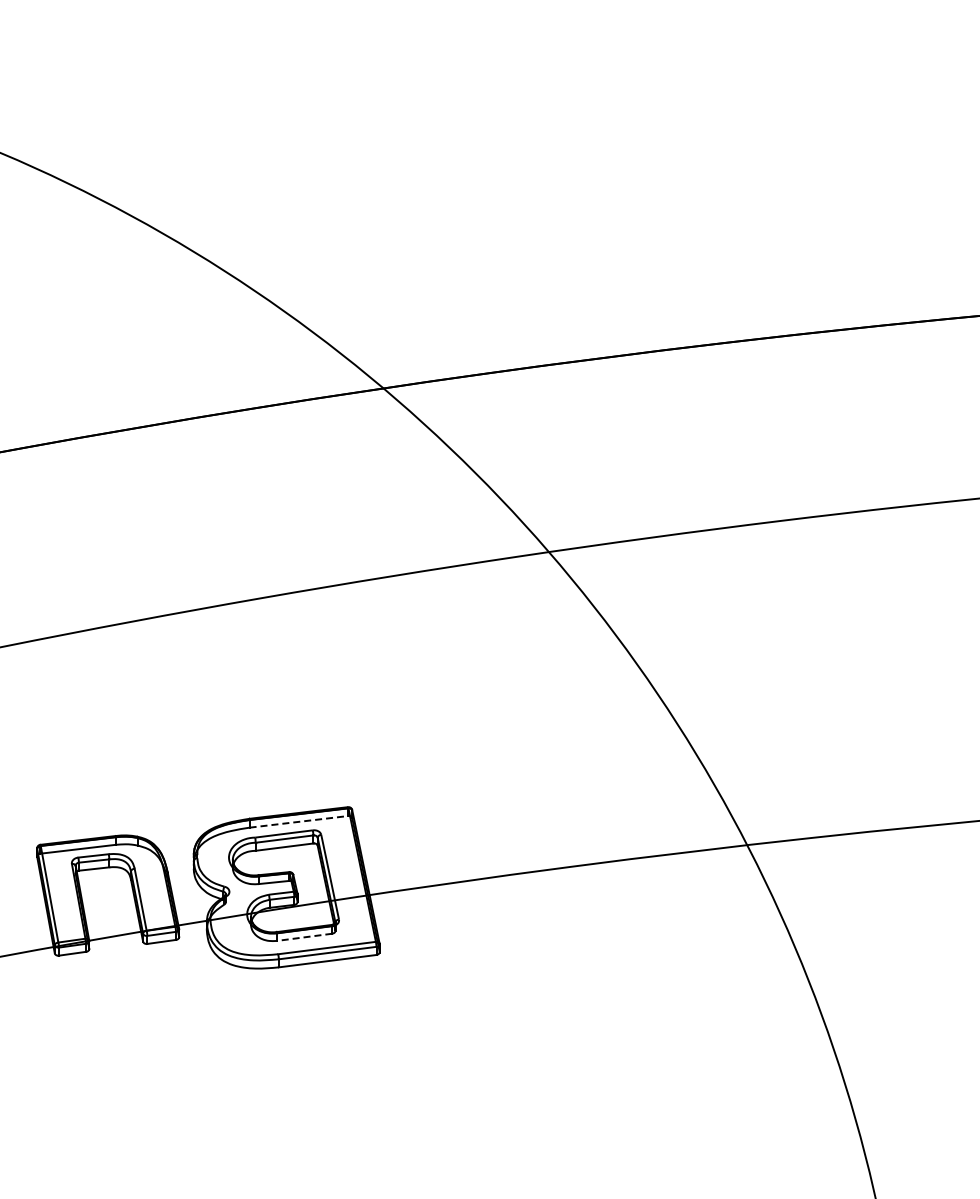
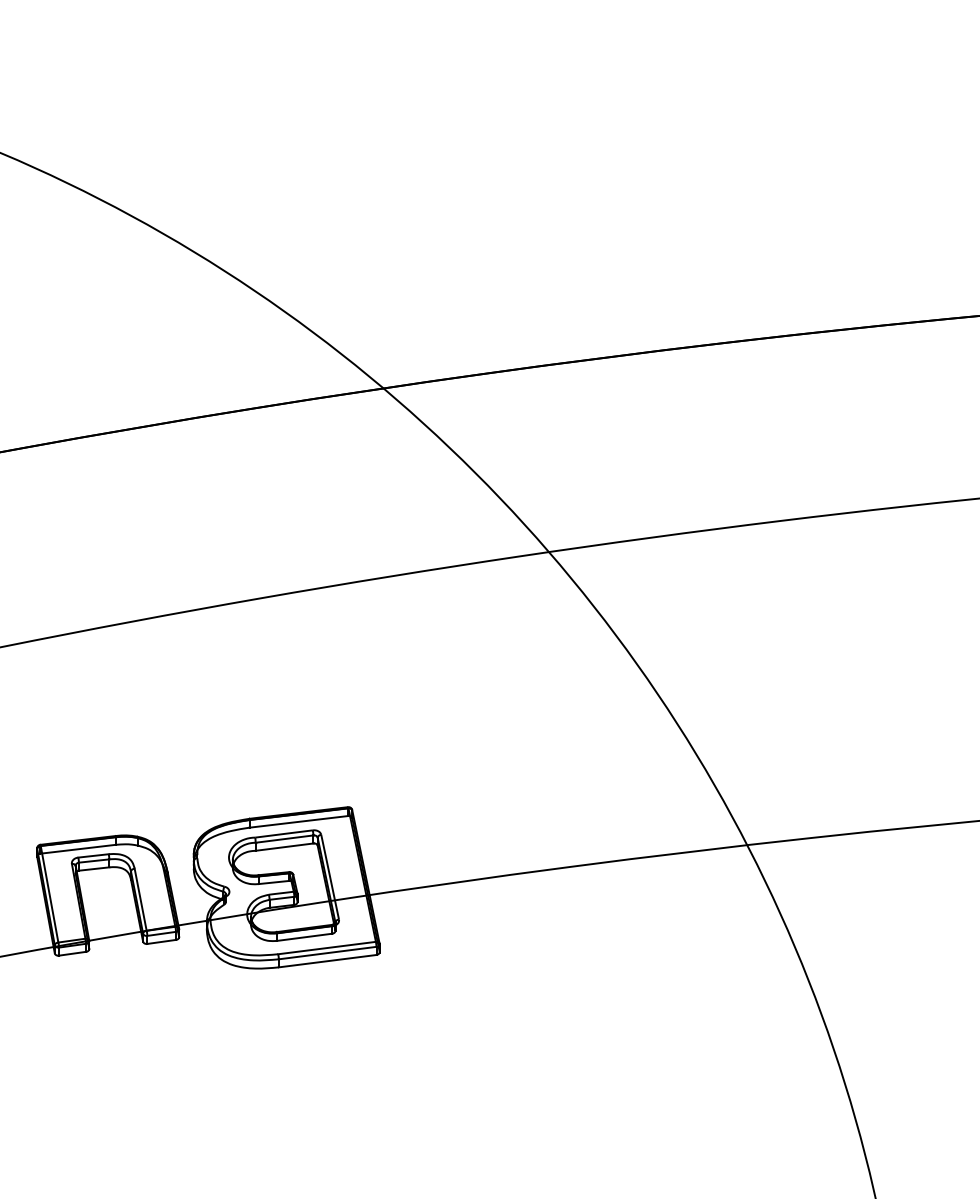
line at (298, 821): dashed -> solid
line at (304, 937): dashed -> solid
